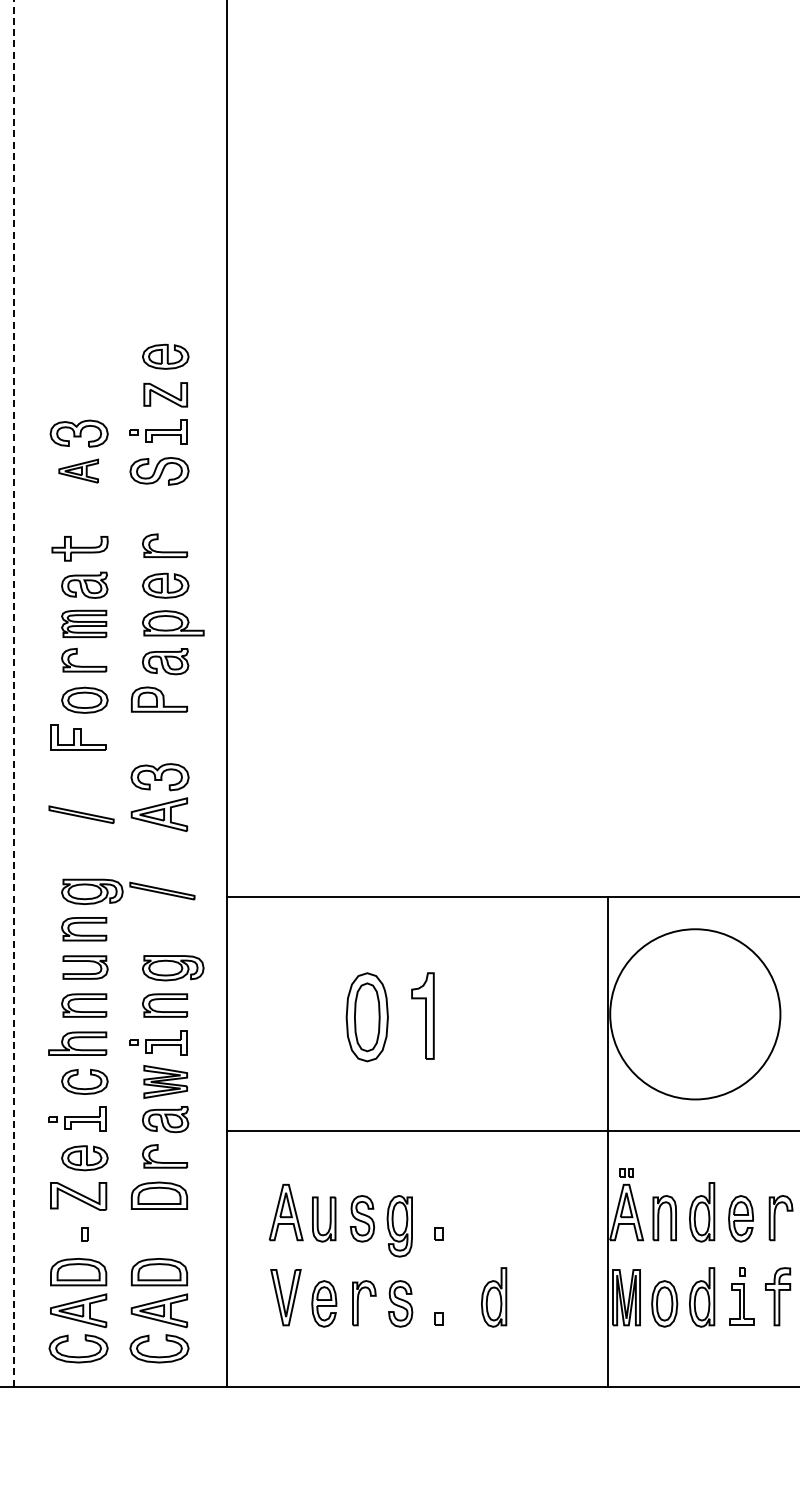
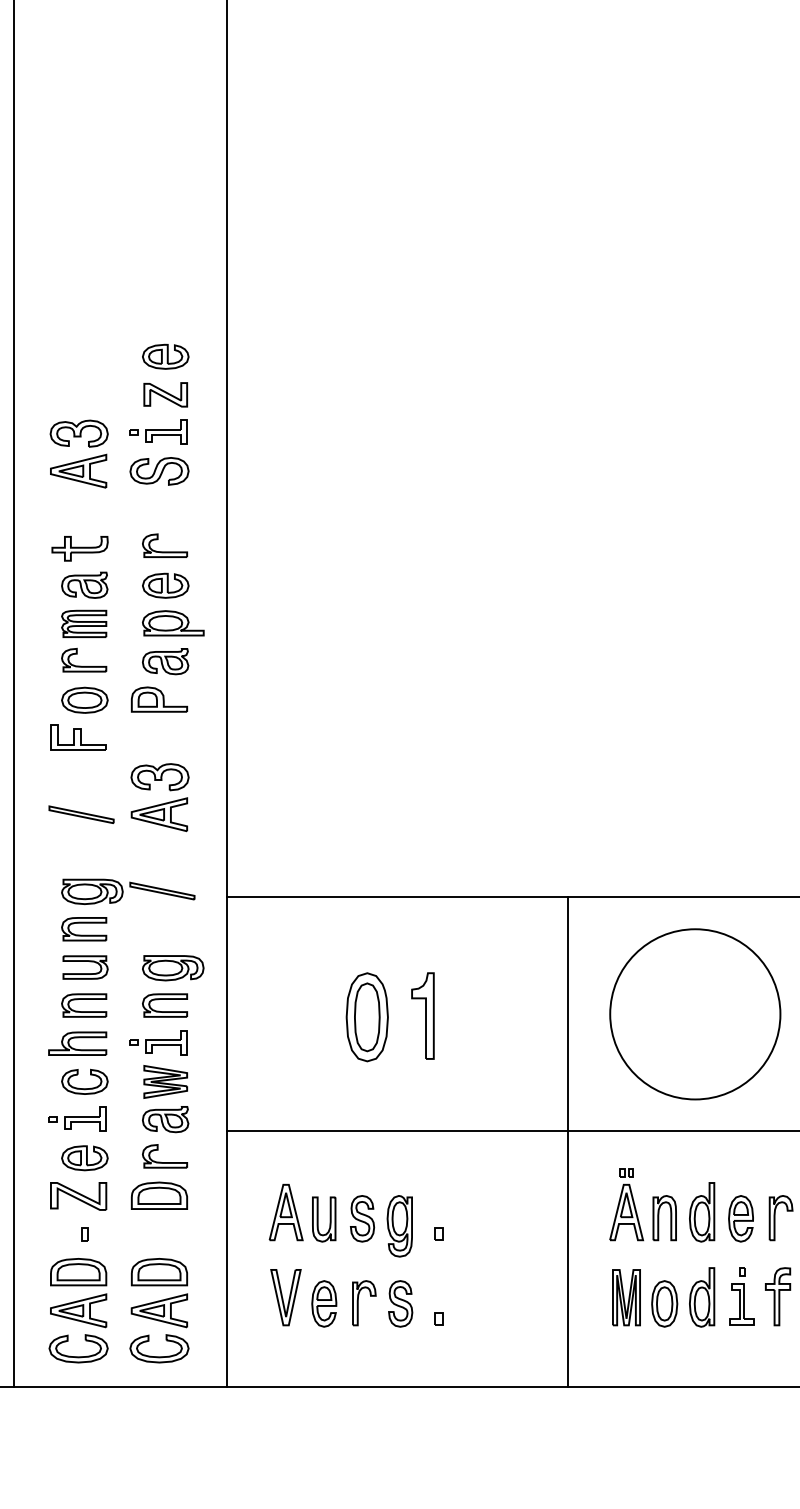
part at (78, 470) size: 41x26 px -> 58x36 px
line at (14, 693): dashed -> solid
line at (607, 1141) position: (607, 1141) -> (567, 1141)
part at (494, 1297): present -> none
